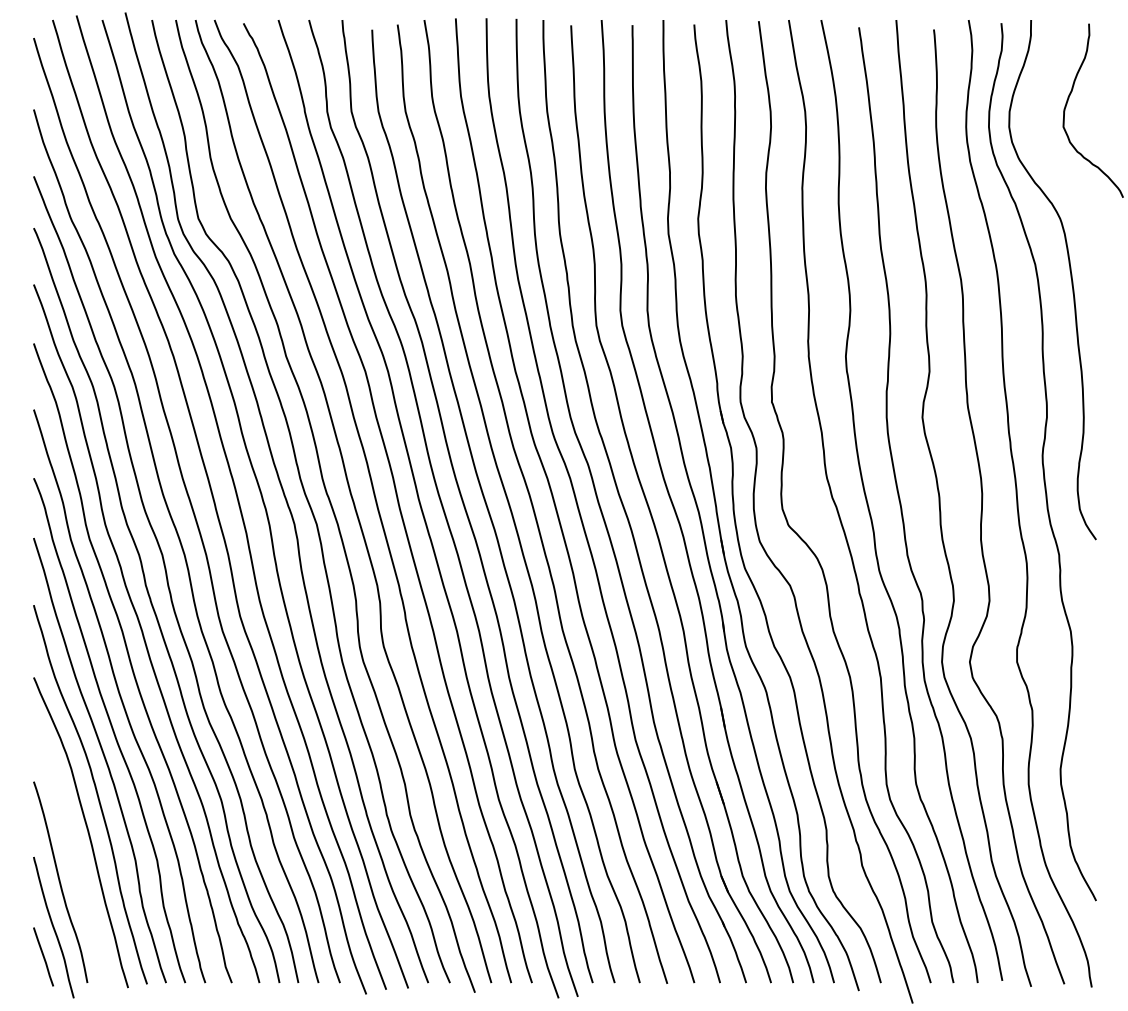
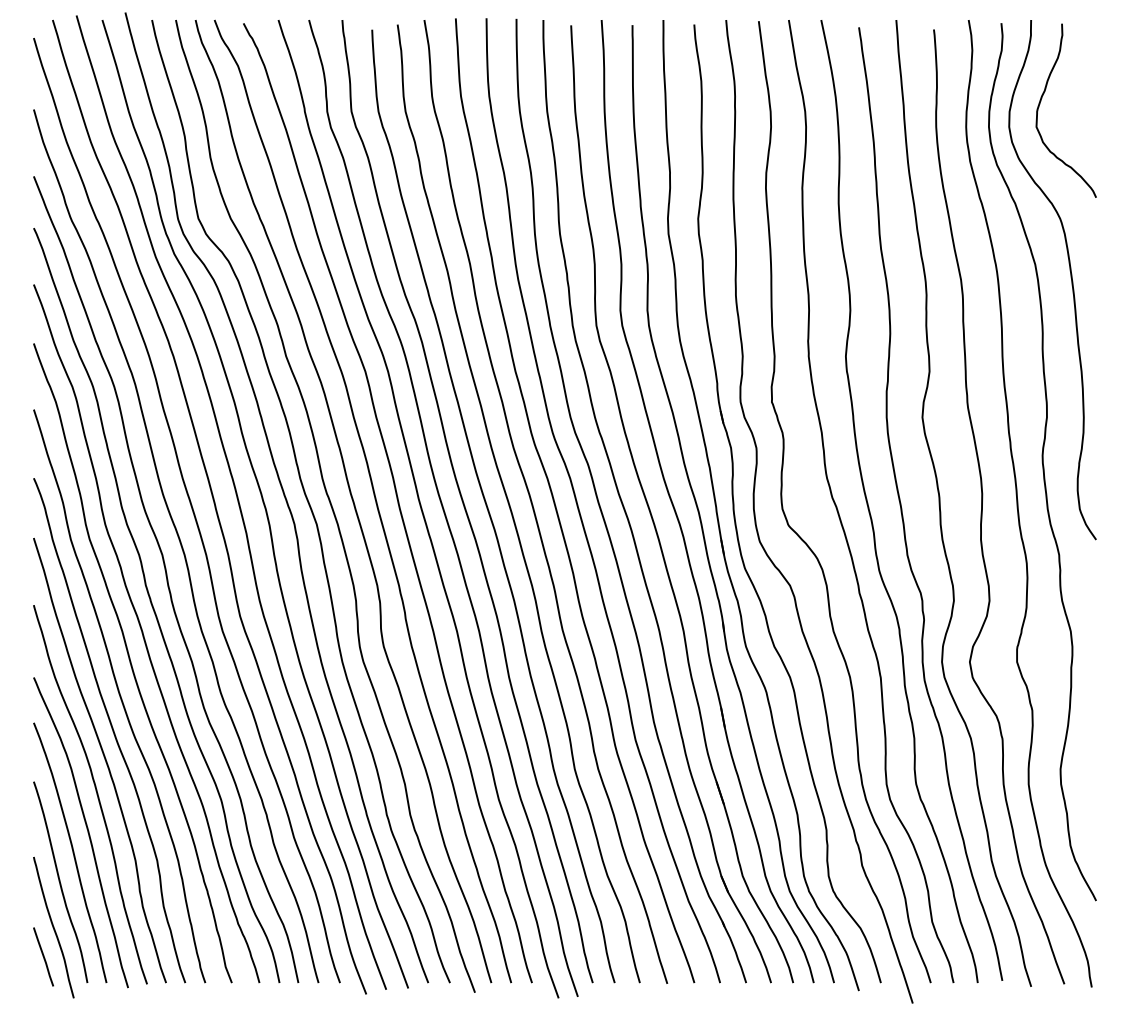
curve at (1068, 101) position: (1068, 101) -> (1041, 101)
curve at (72, 852): none -> present
